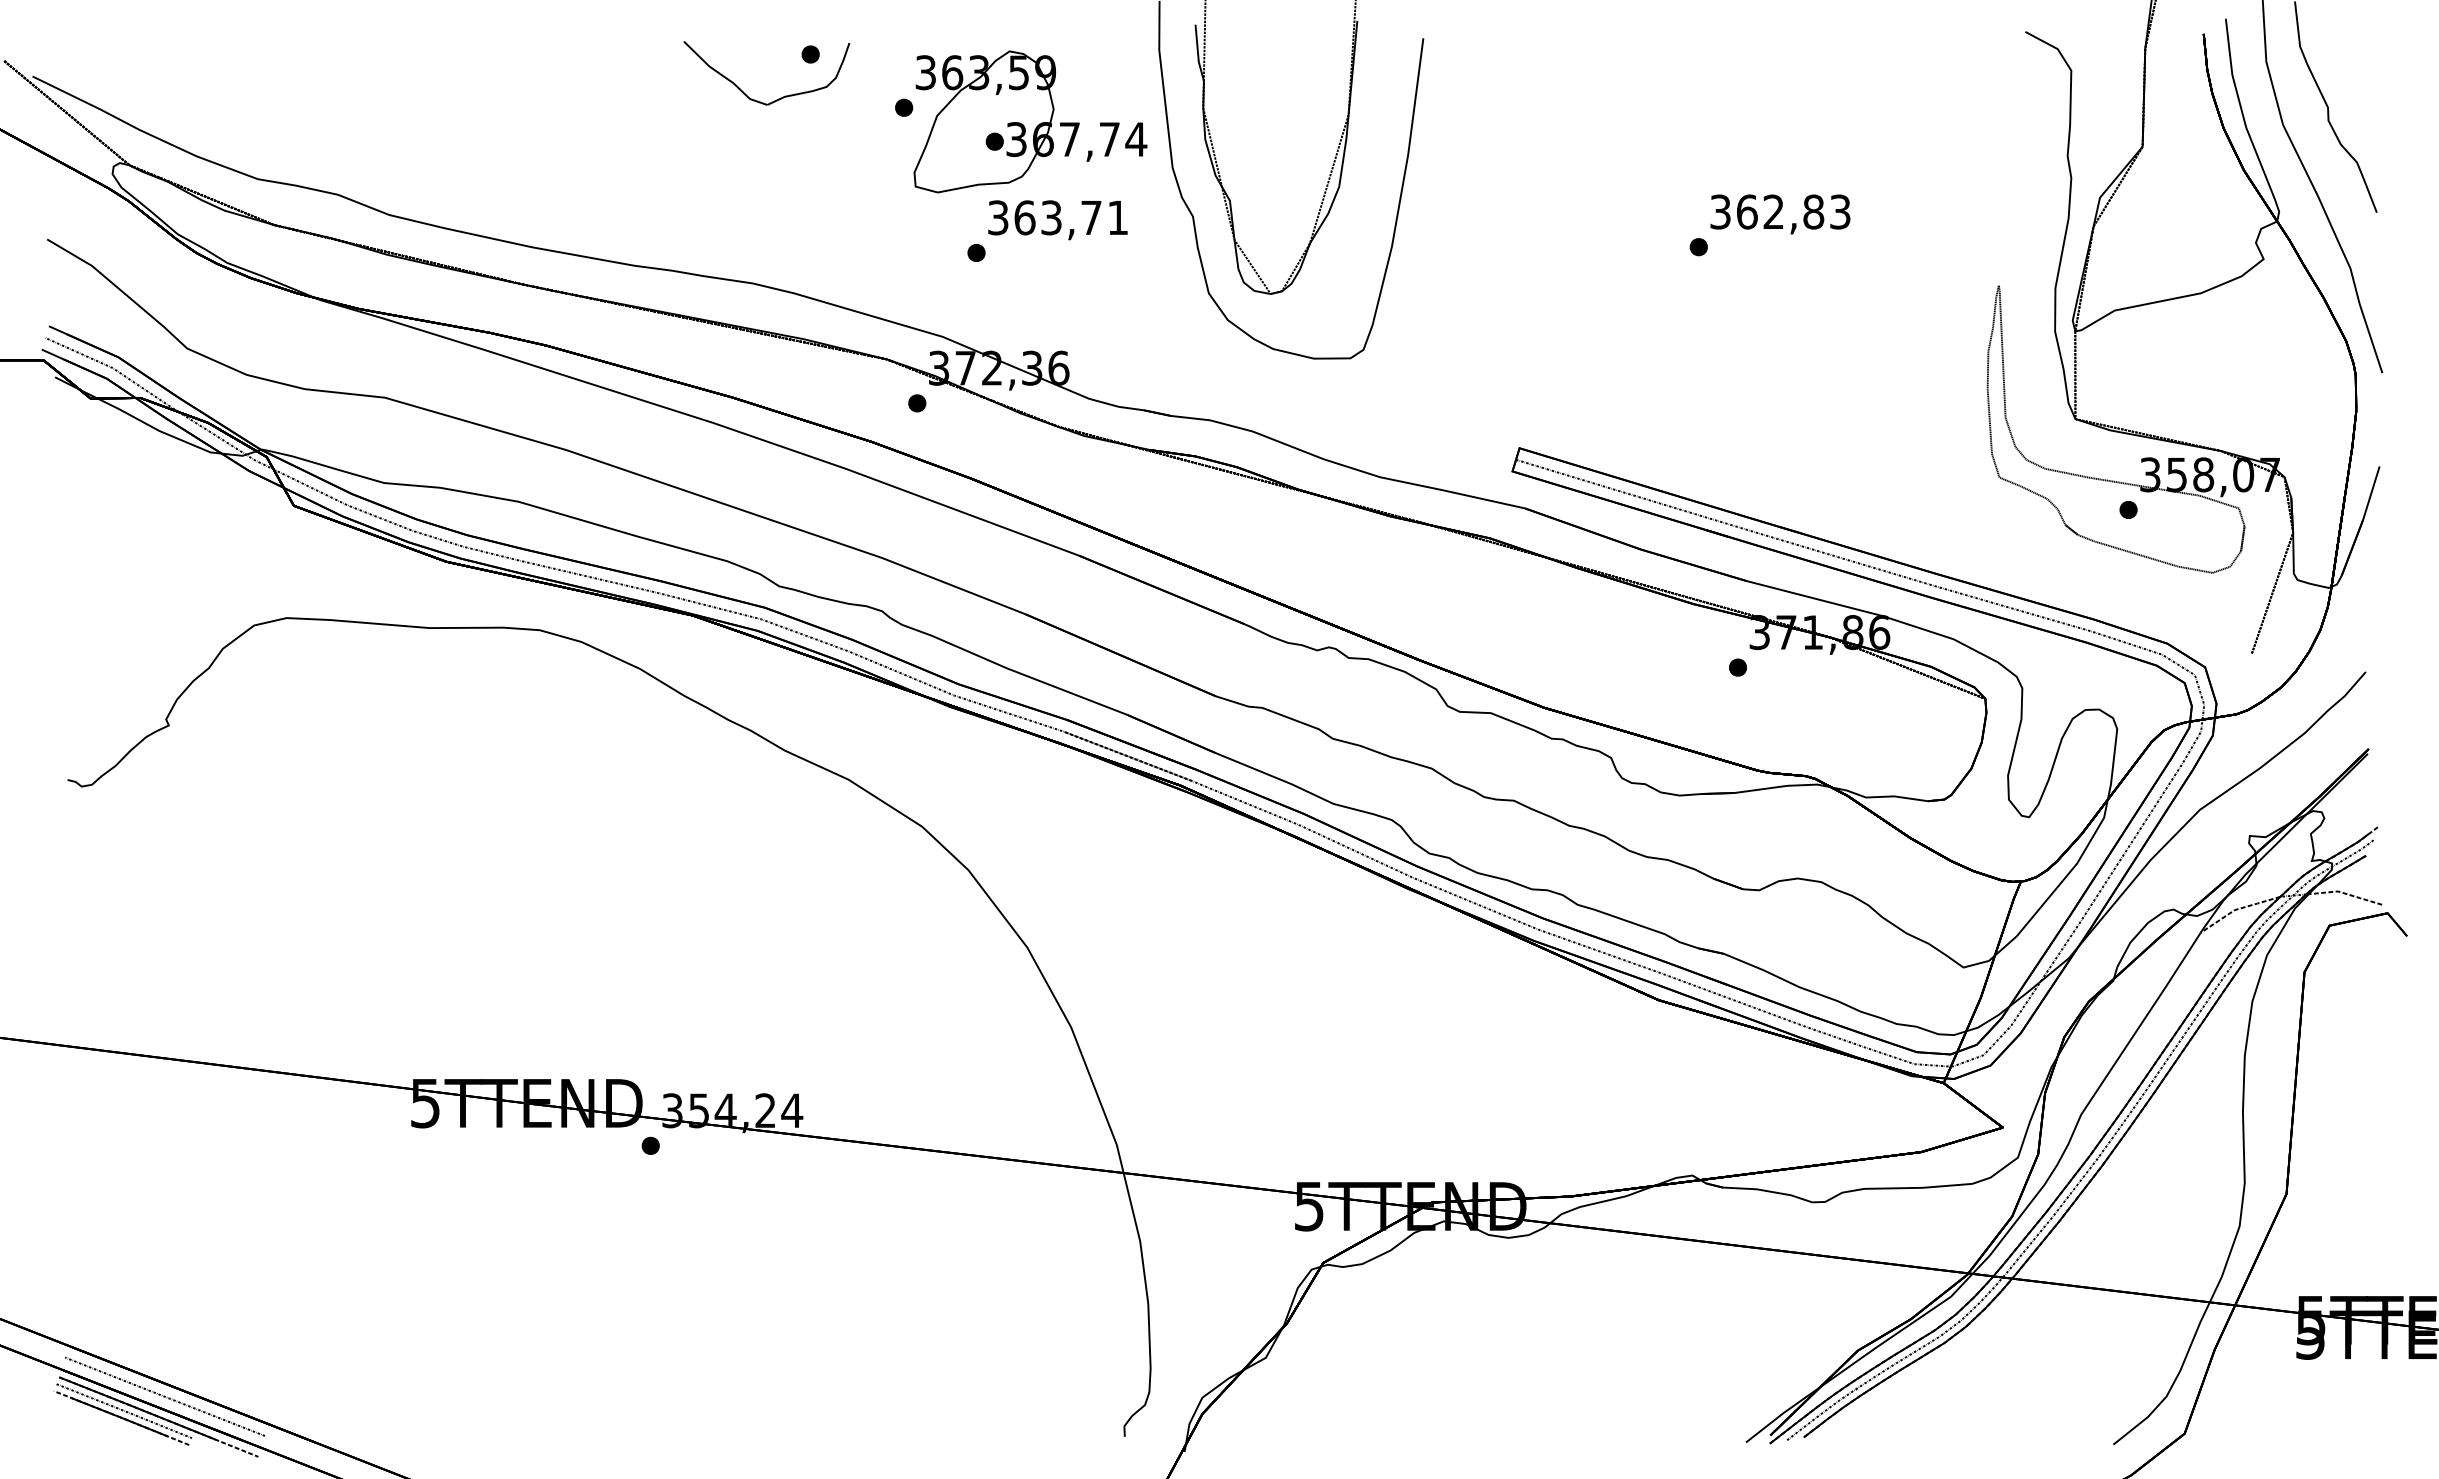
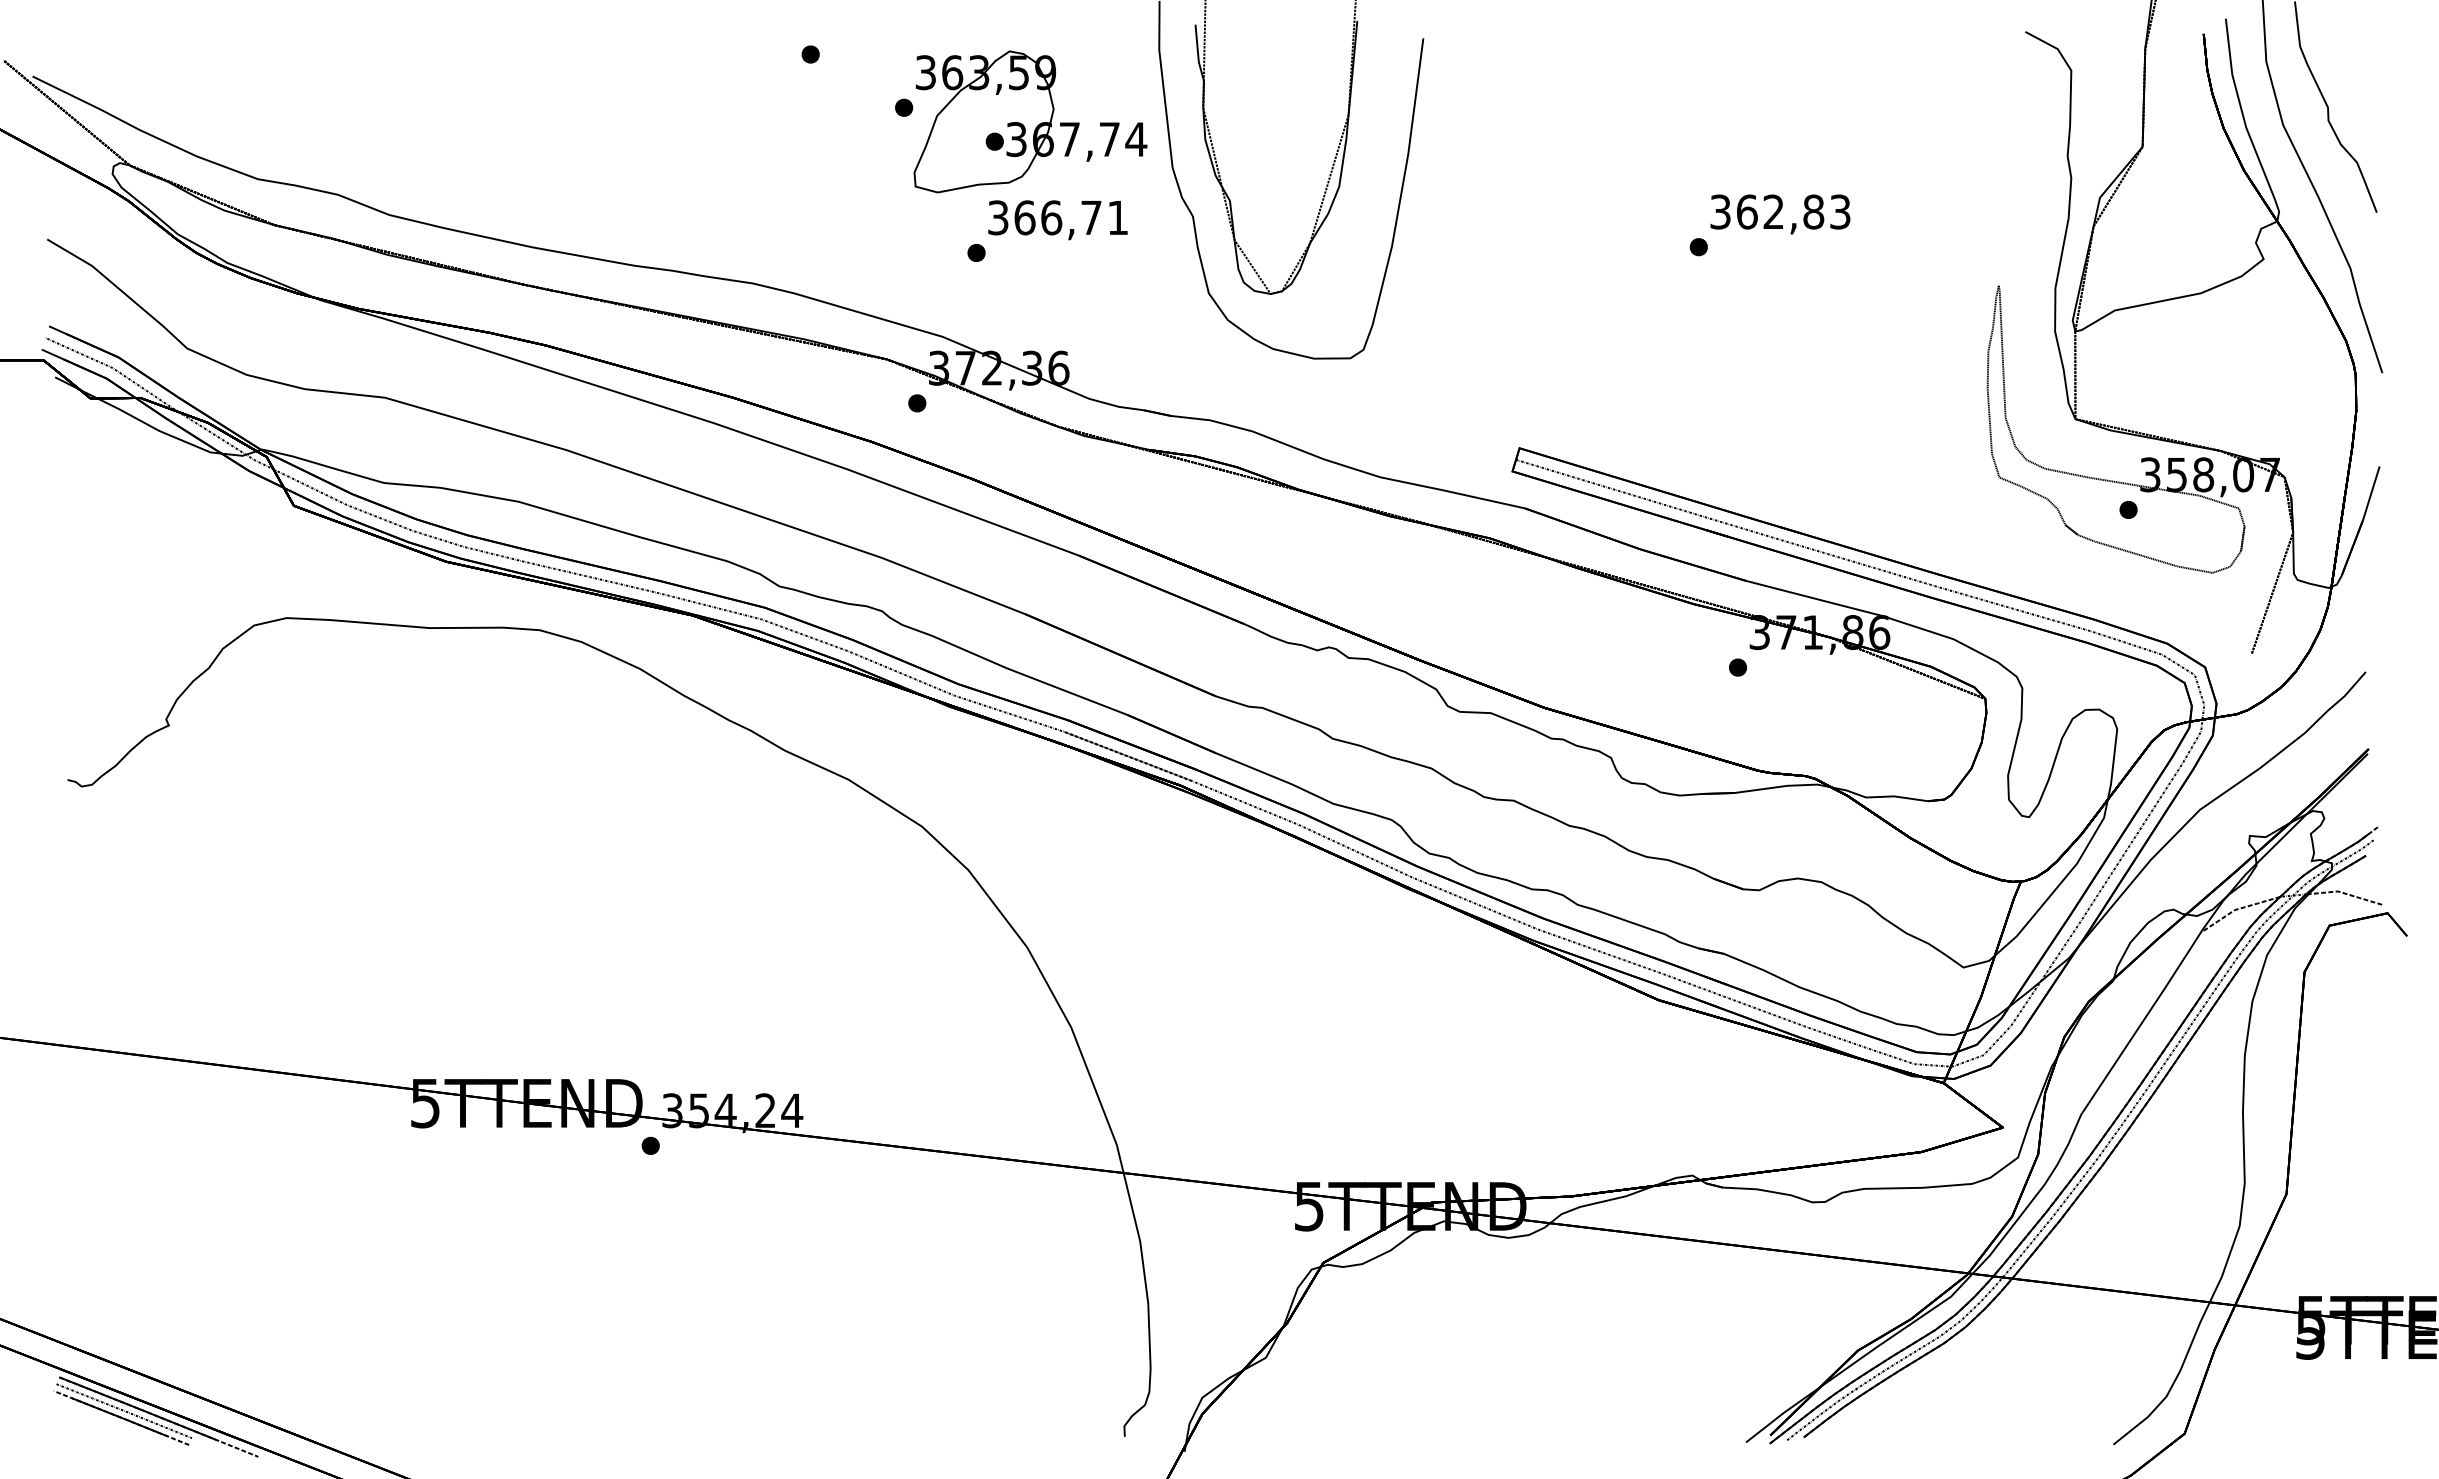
part at (778, 98): present -> none
text at (1051, 217): 363,71 -> 366,71
curve at (165, 1396): present -> none
